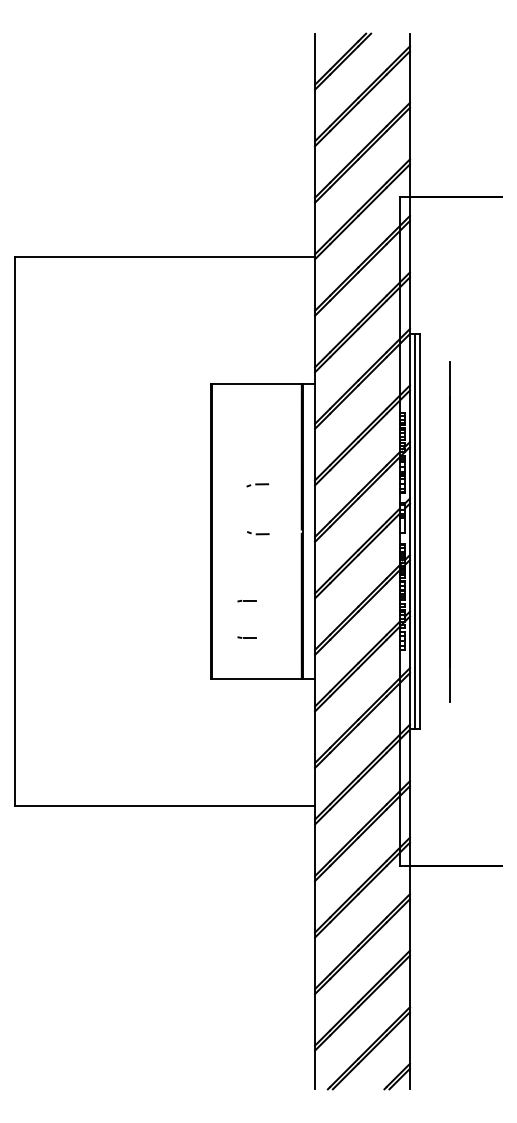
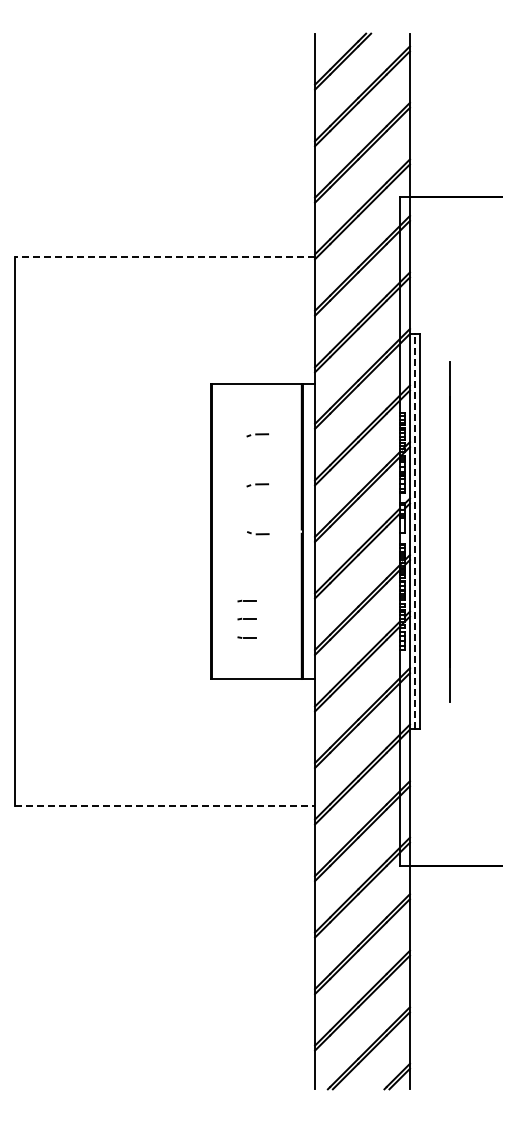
line at (165, 256): solid -> dashed
part at (257, 435): none -> present
line at (414, 531): solid -> dashed
part at (246, 618): none -> present
line at (165, 806): solid -> dashed
